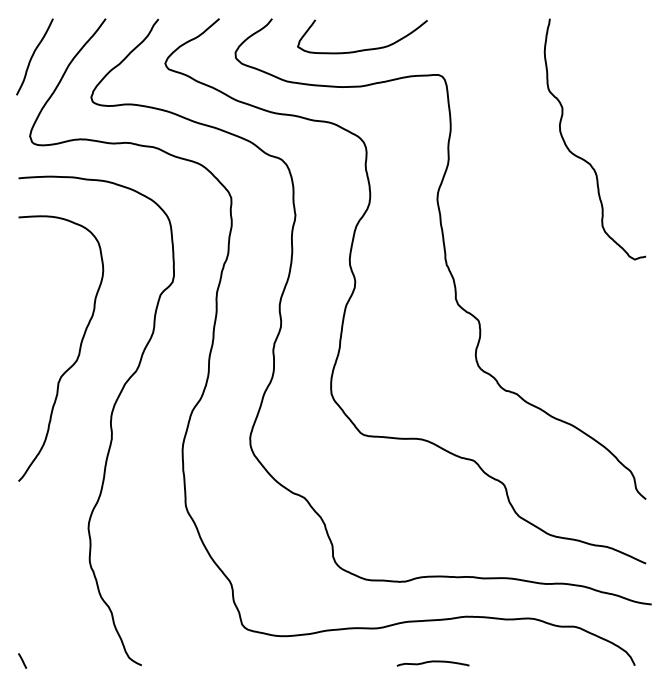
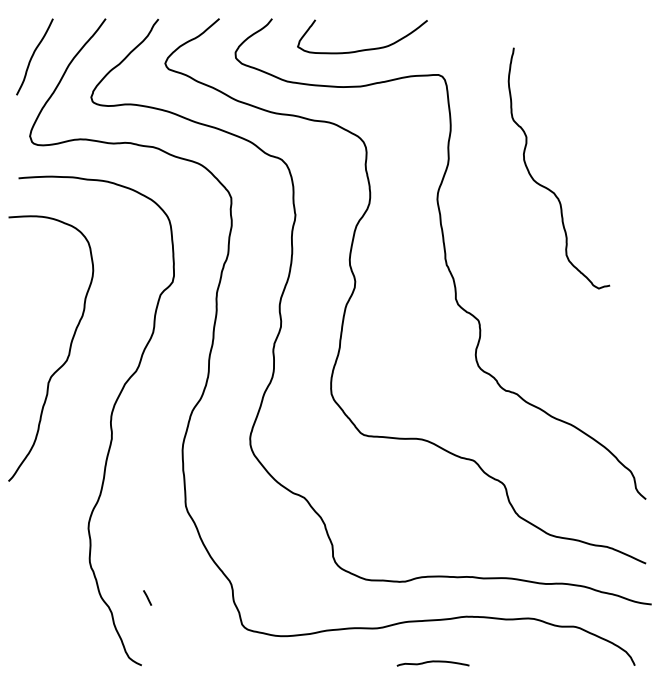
curve at (585, 159) position: (585, 159) -> (549, 188)
curve at (78, 351) position: (78, 351) -> (68, 351)
line at (22, 660) position: (22, 660) -> (147, 597)
